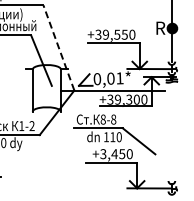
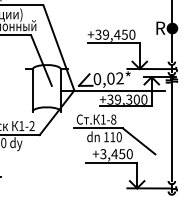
text at (116, 34): +39,550 -> +39,450
line at (58, 47): dashed -> solid
text at (119, 78): 0,01* -> 0,02*
text at (102, 119): 8-8 -> 1-8
line at (171, 131): none -> present
